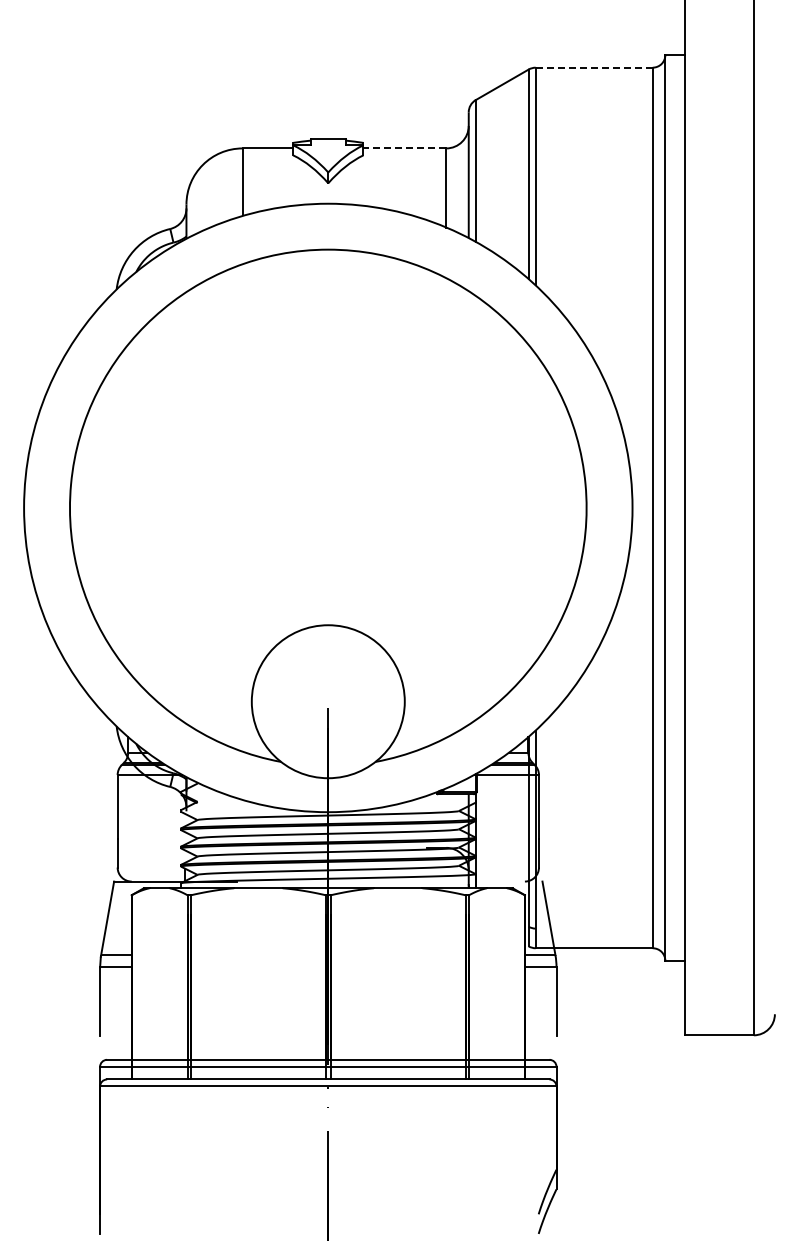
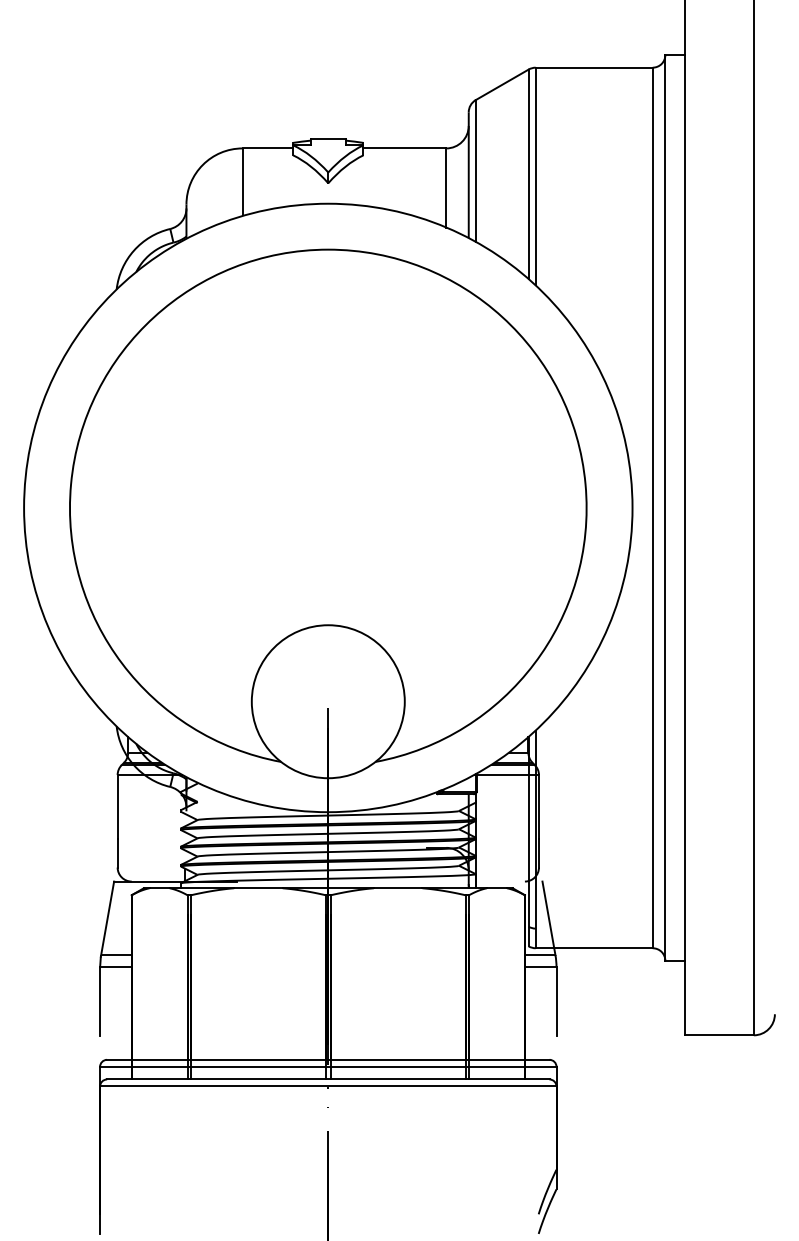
line at (594, 67): dashed -> solid
line at (404, 148): dashed -> solid
